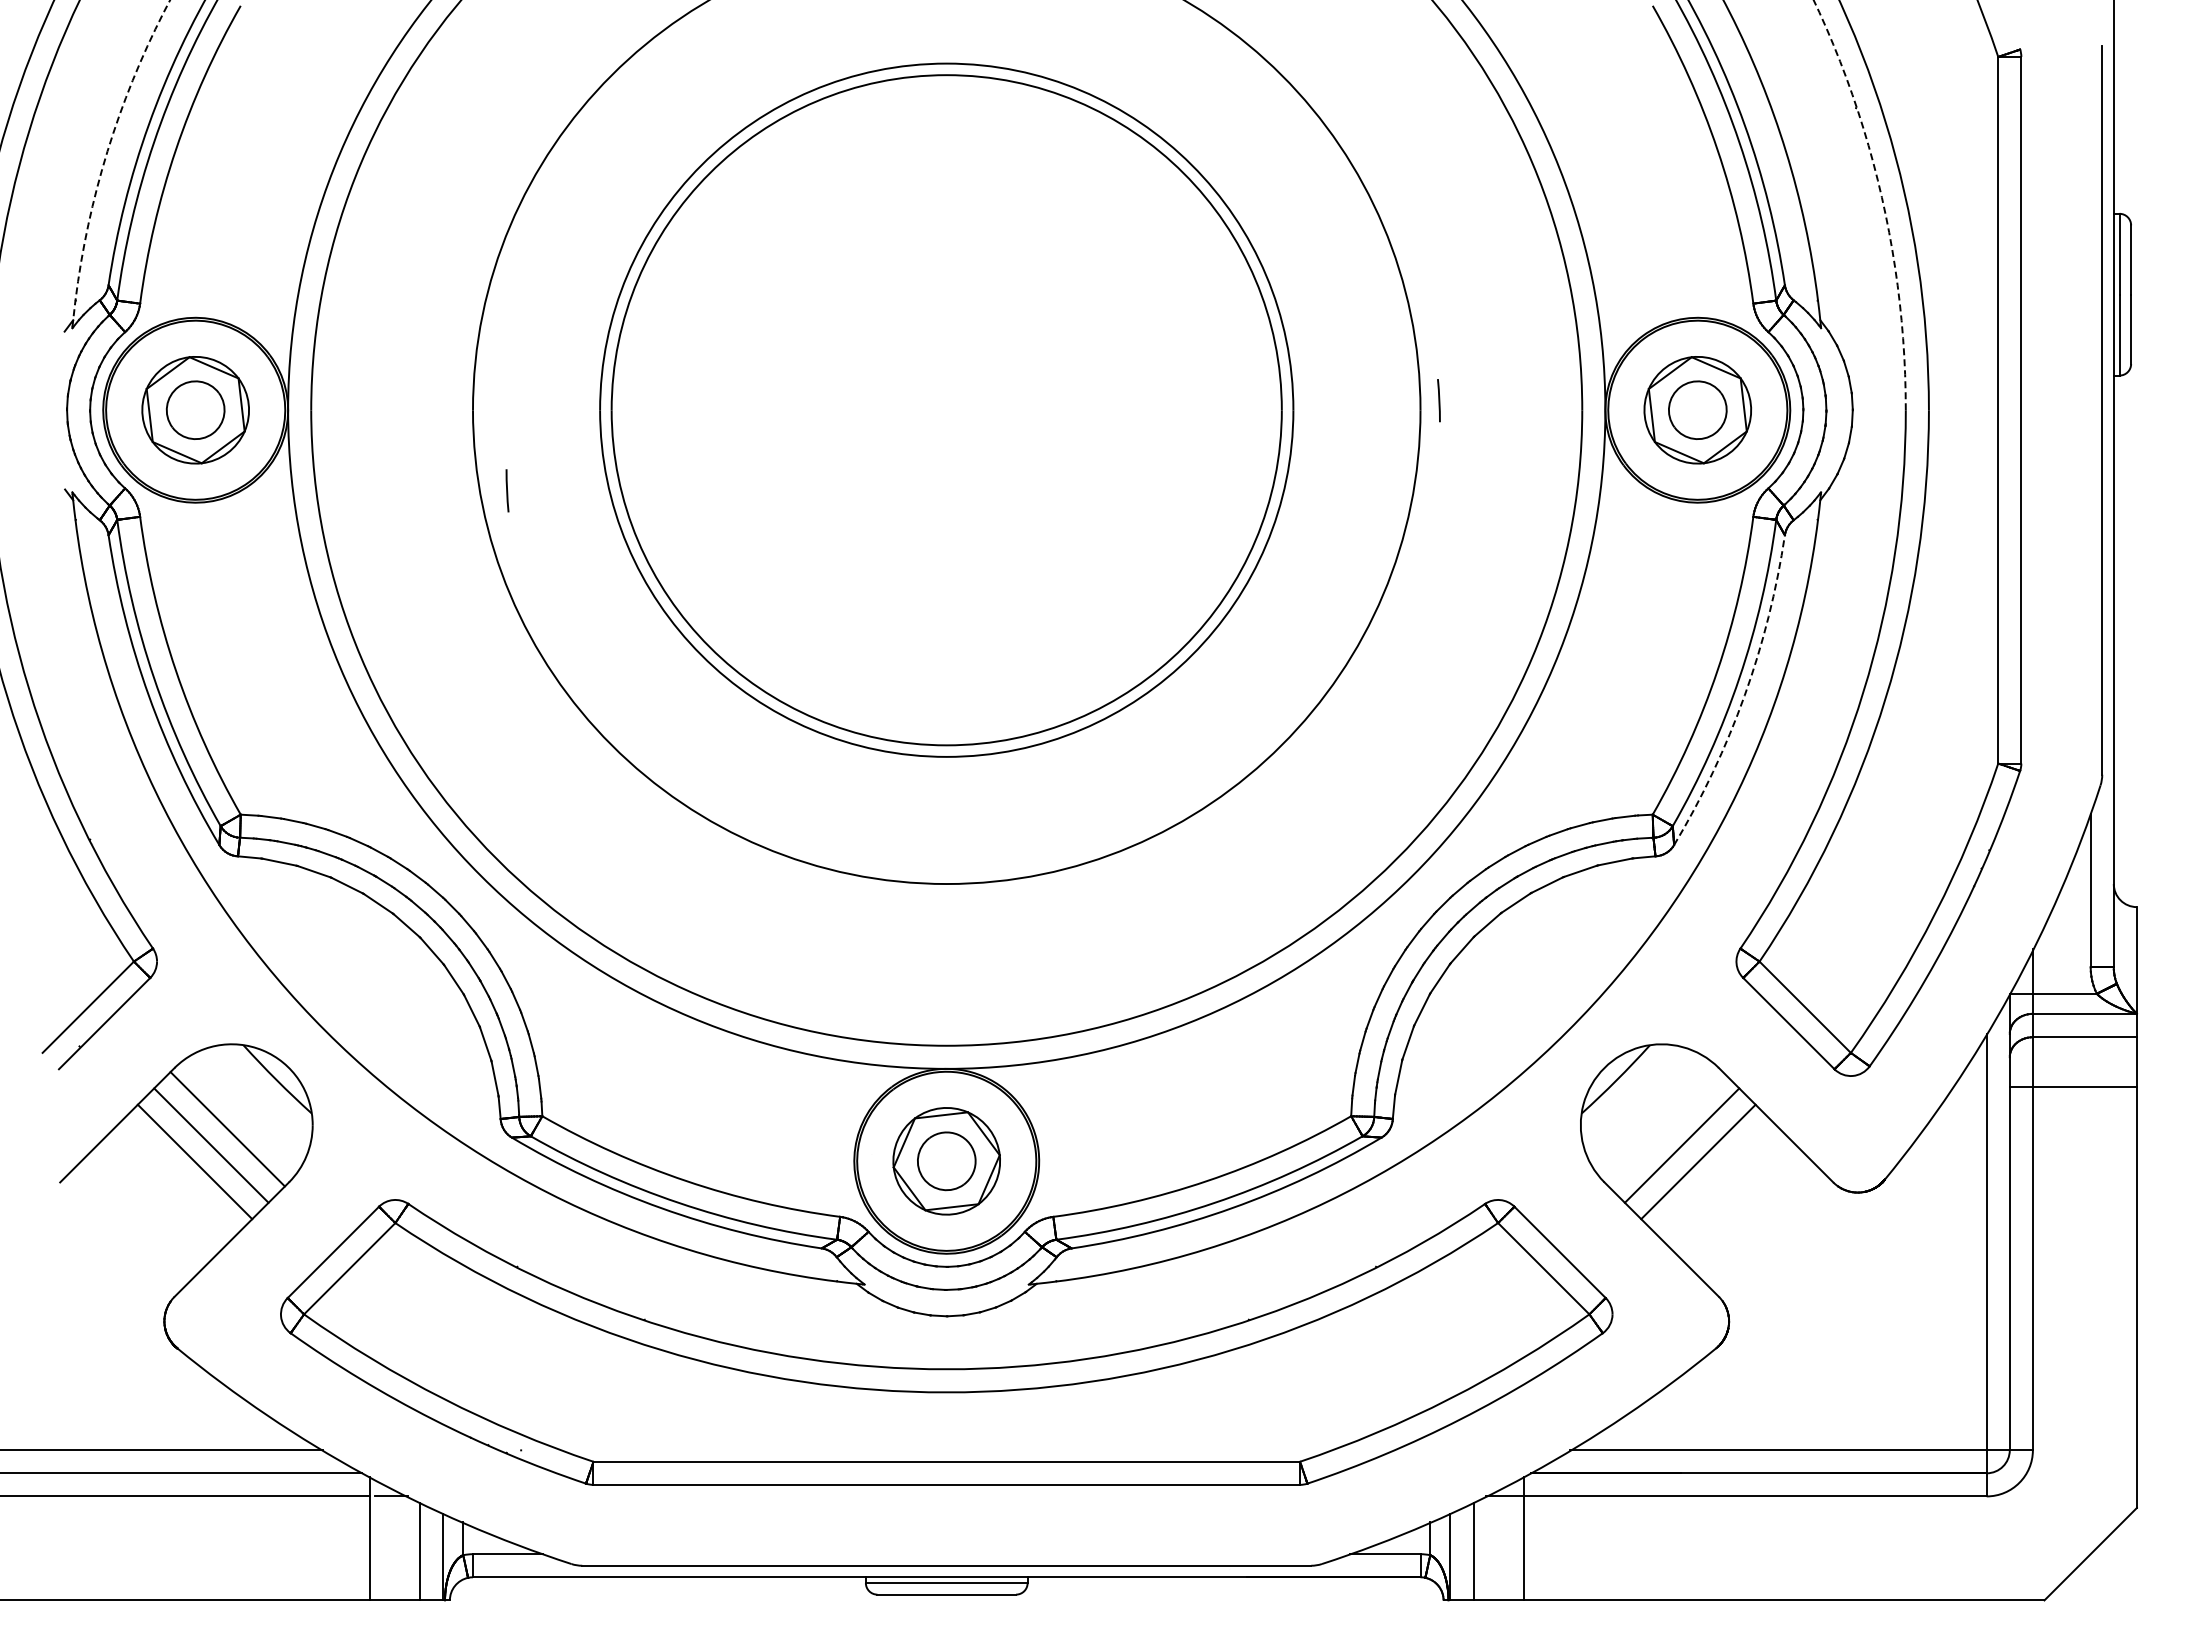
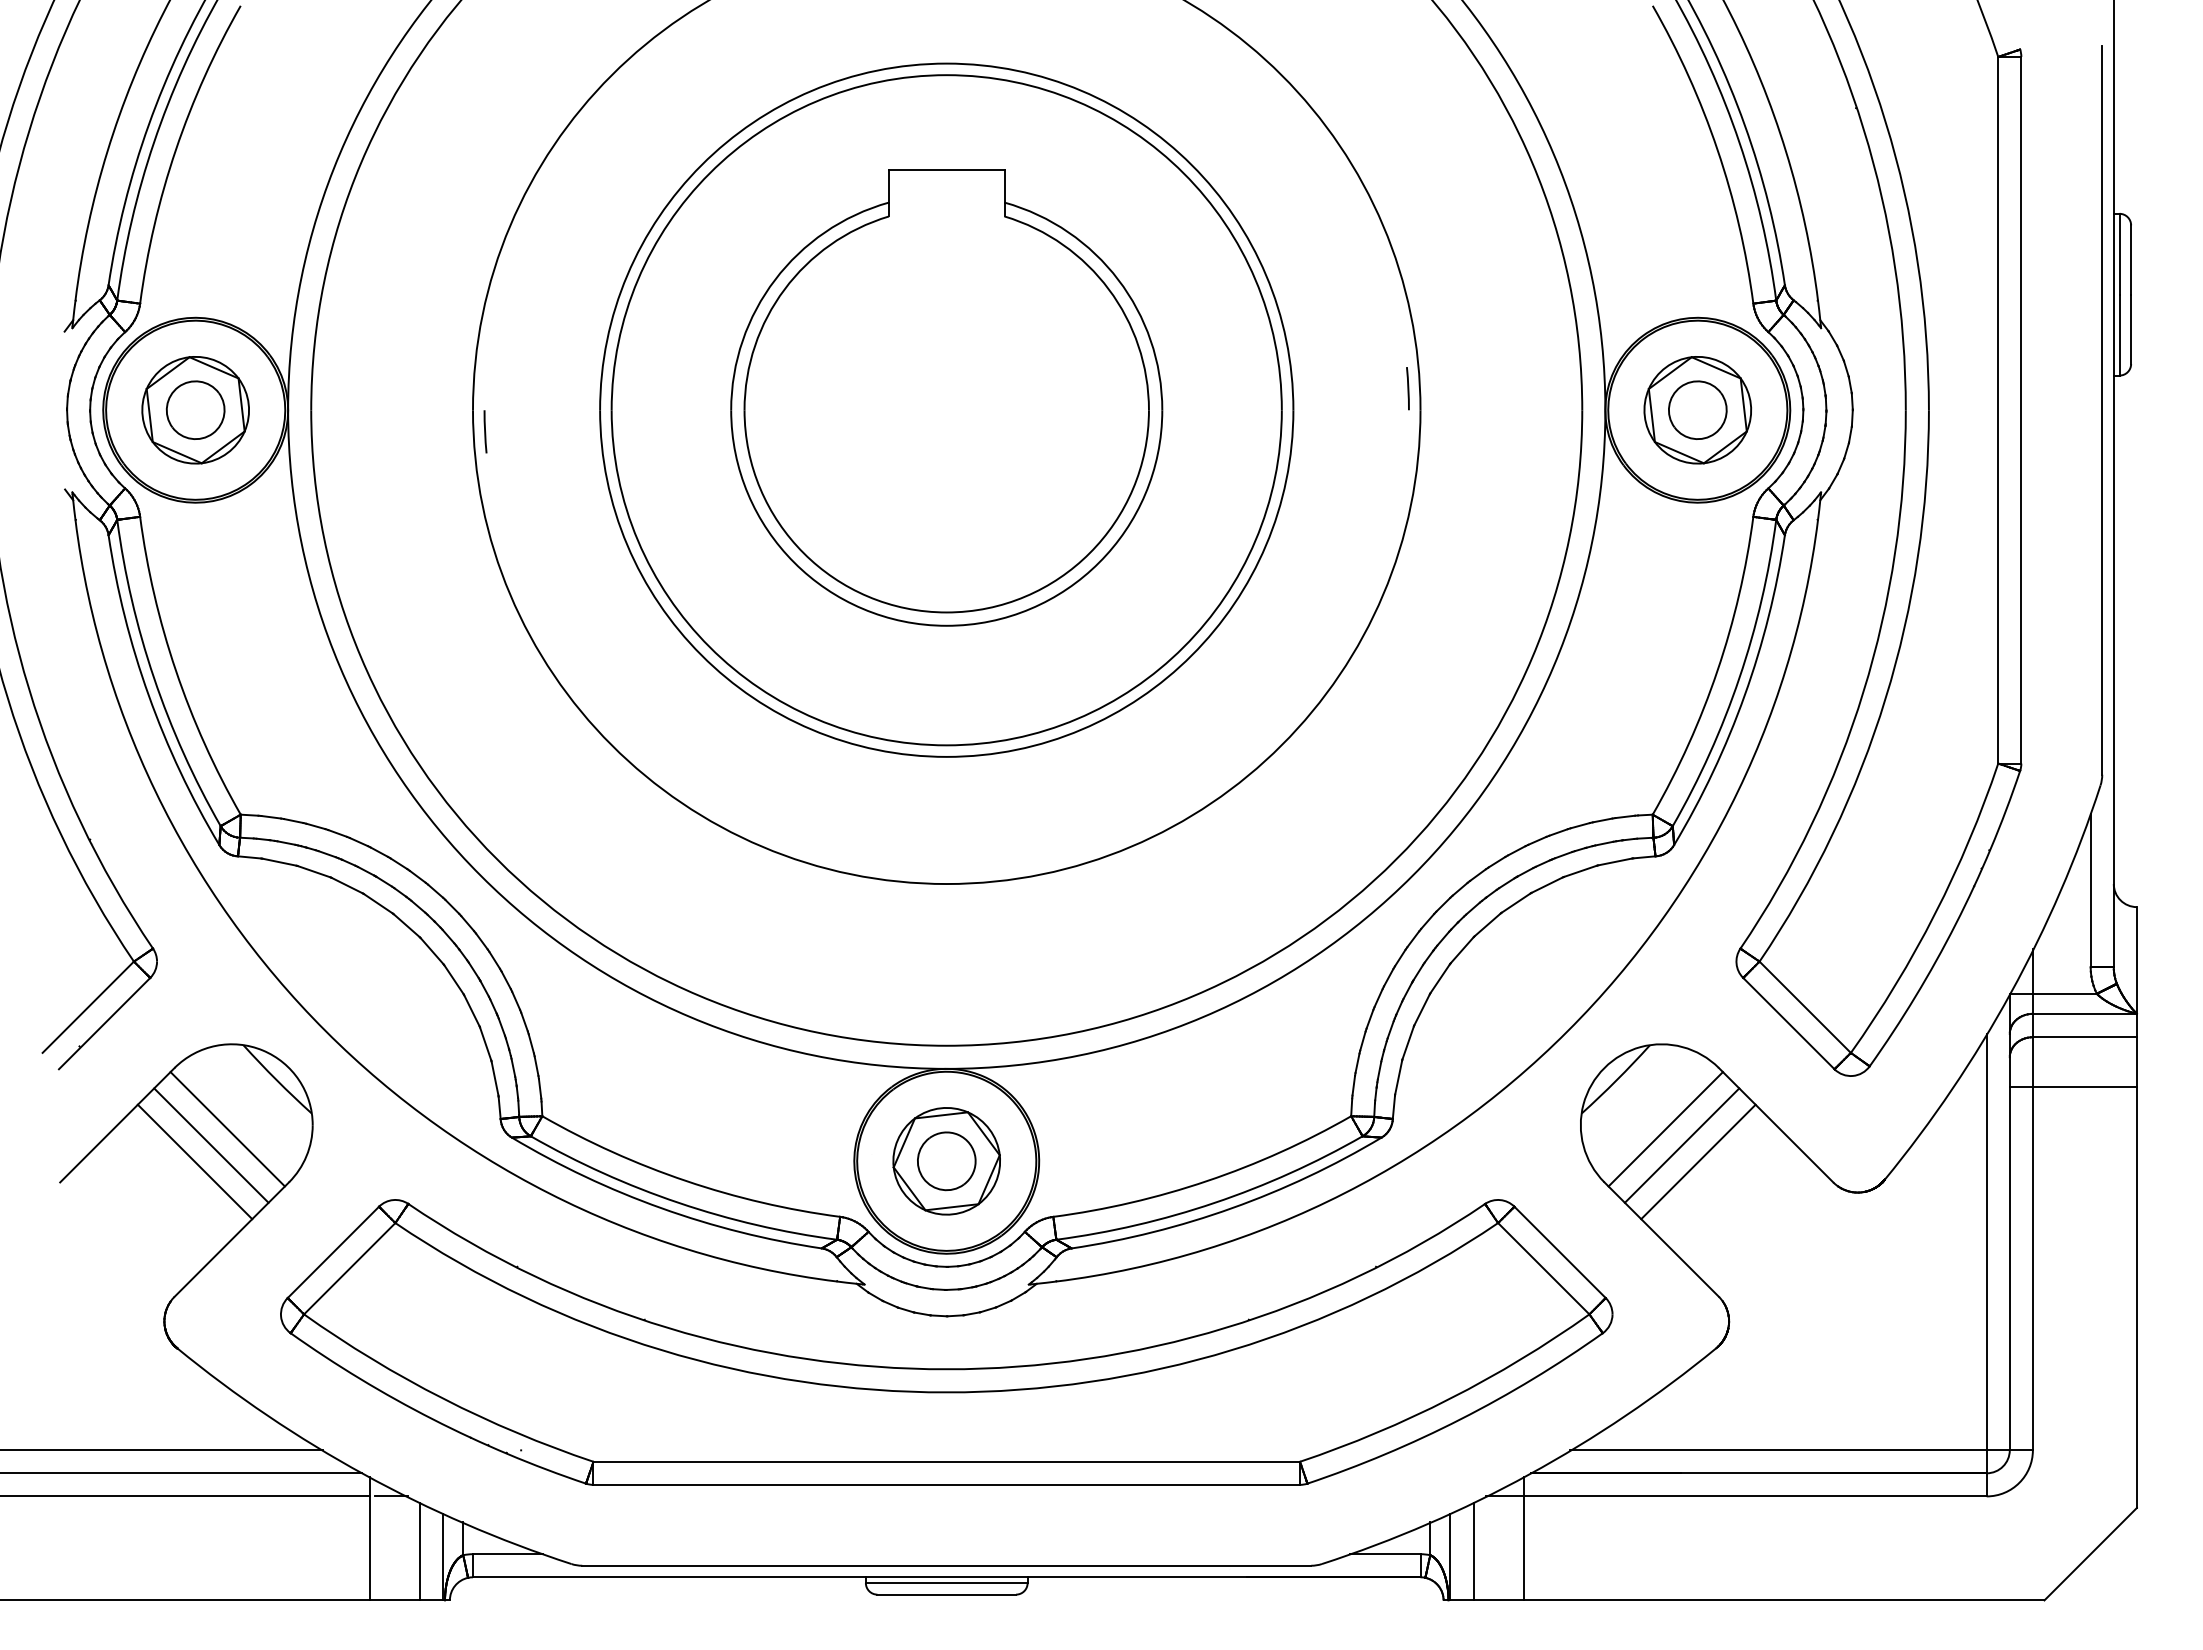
arc at (105, 157): dashed -> solid
arc at (1882, 199): dashed -> solid
part at (946, 397): none -> present
line at (1438, 400) position: (1438, 400) -> (1407, 388)
line at (507, 490) position: (507, 490) -> (485, 431)
arc at (1744, 695): dashed -> solid
line at (1665, 1129): none -> present
